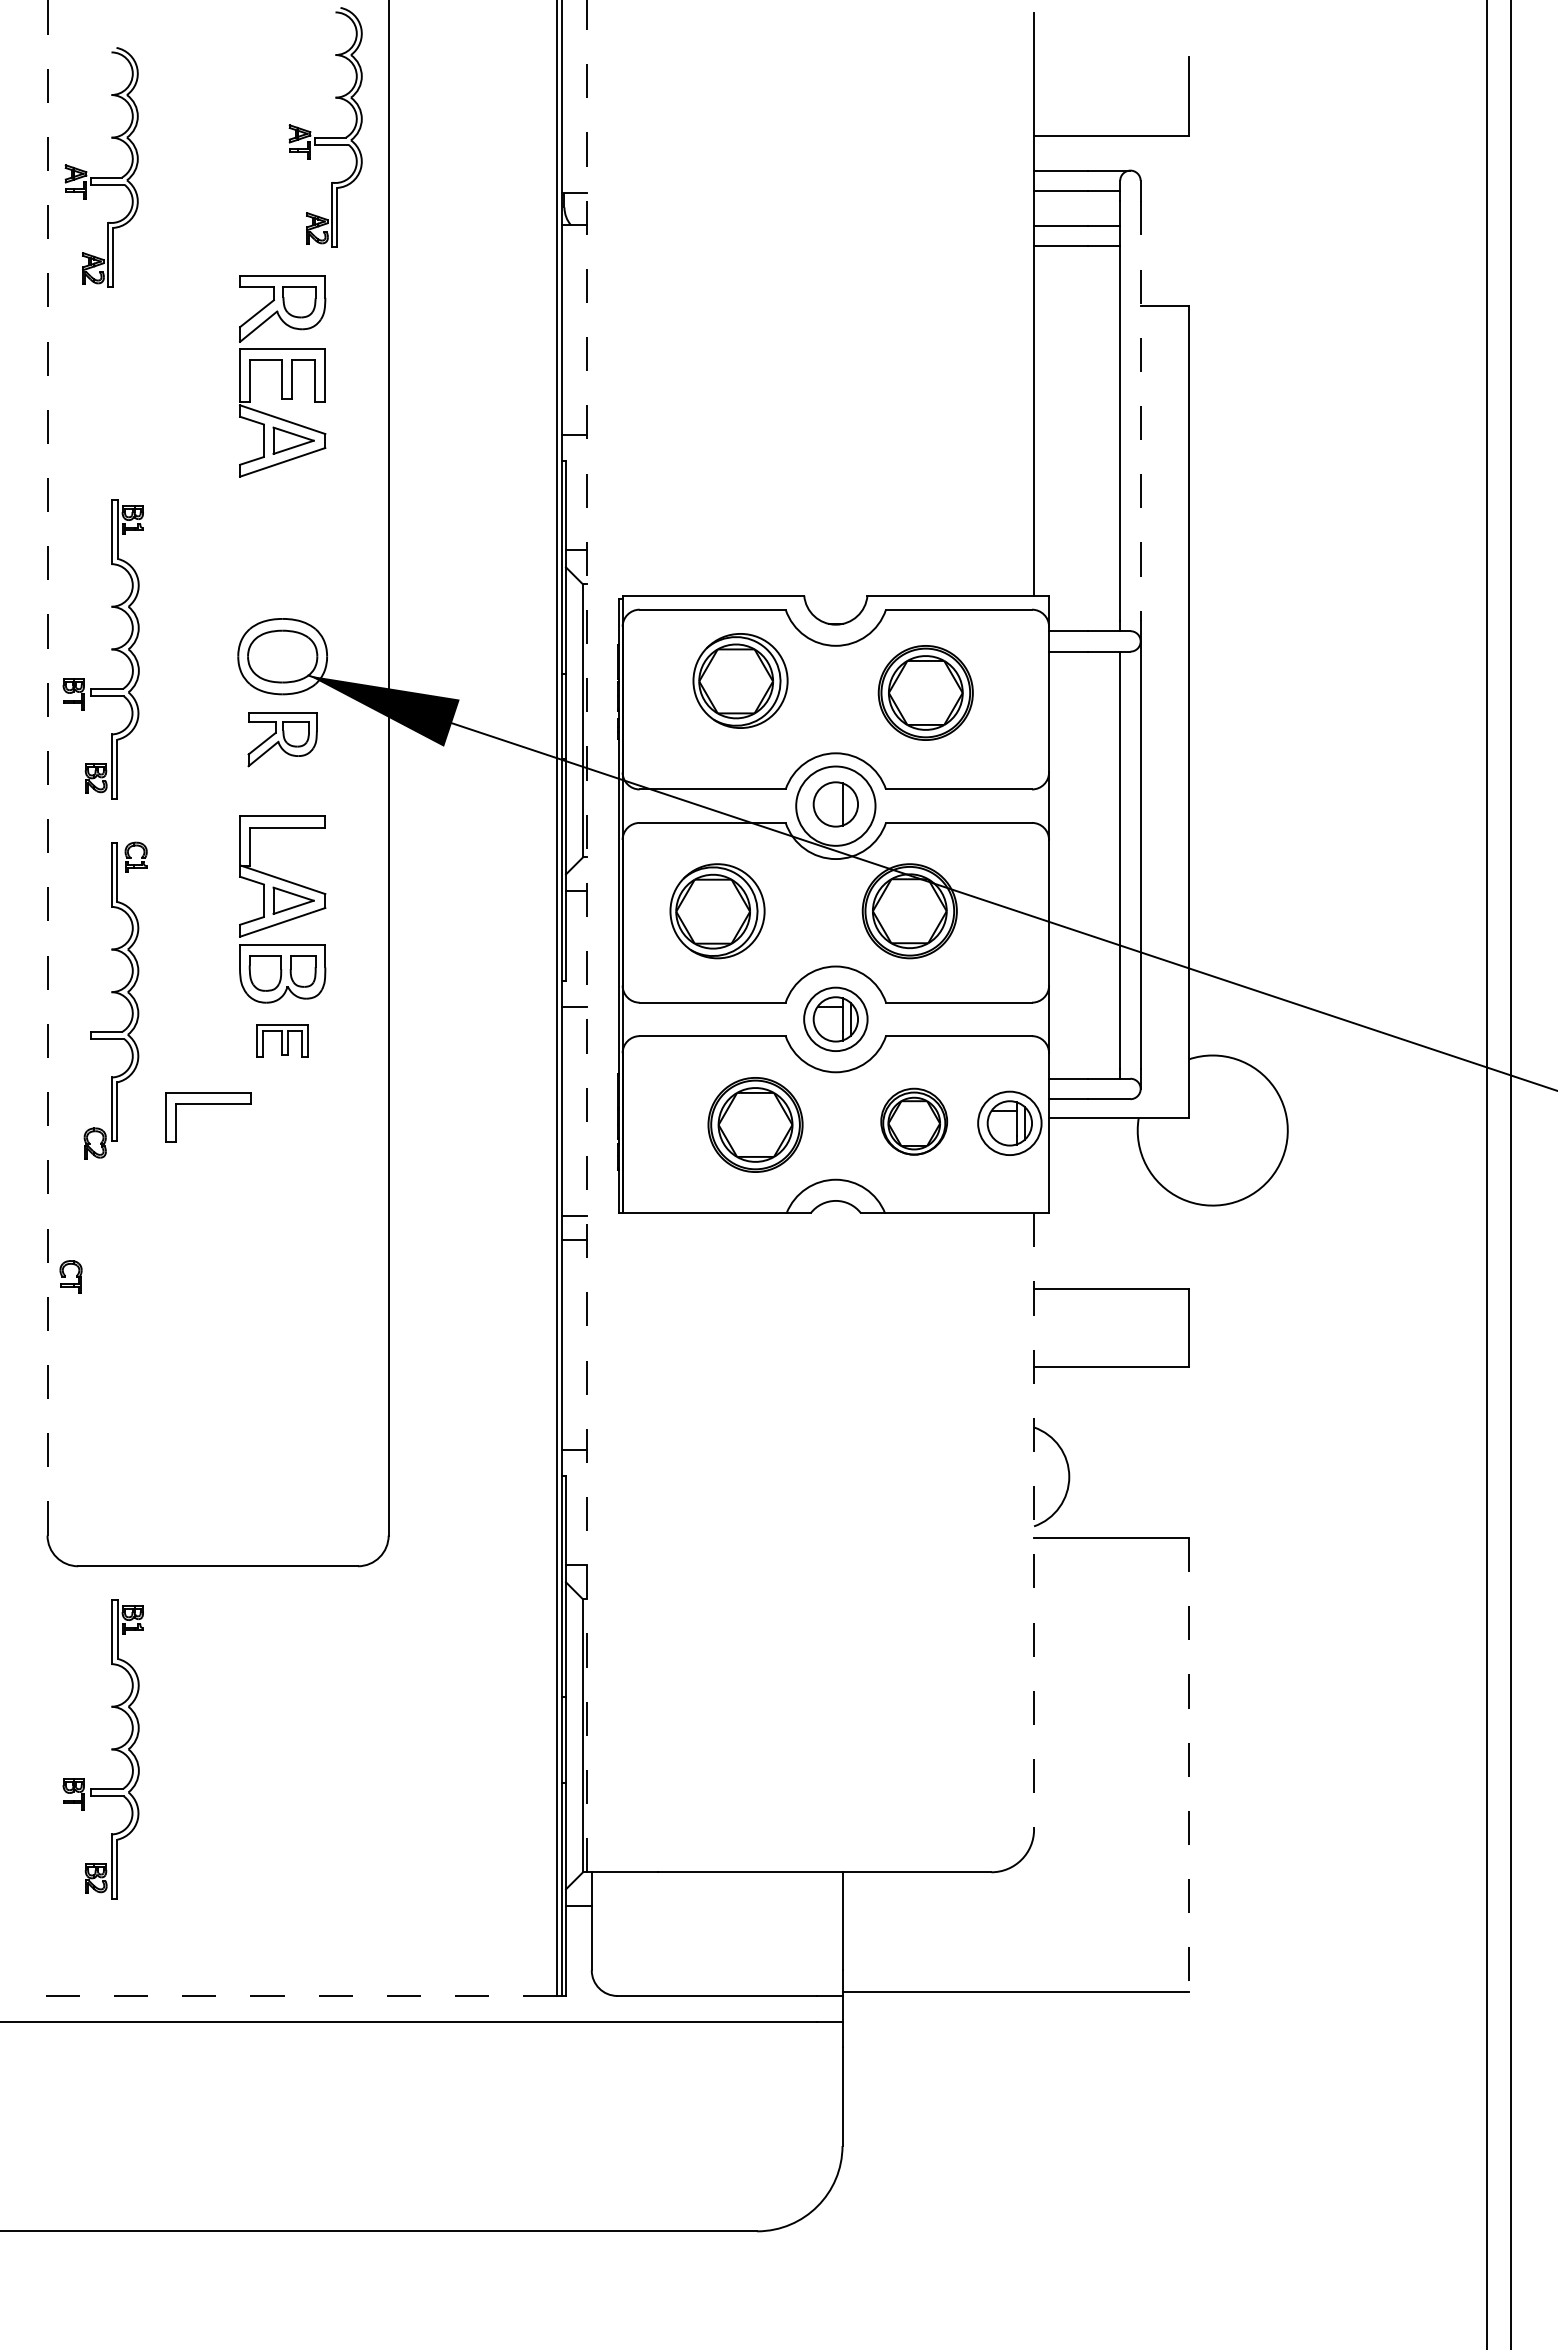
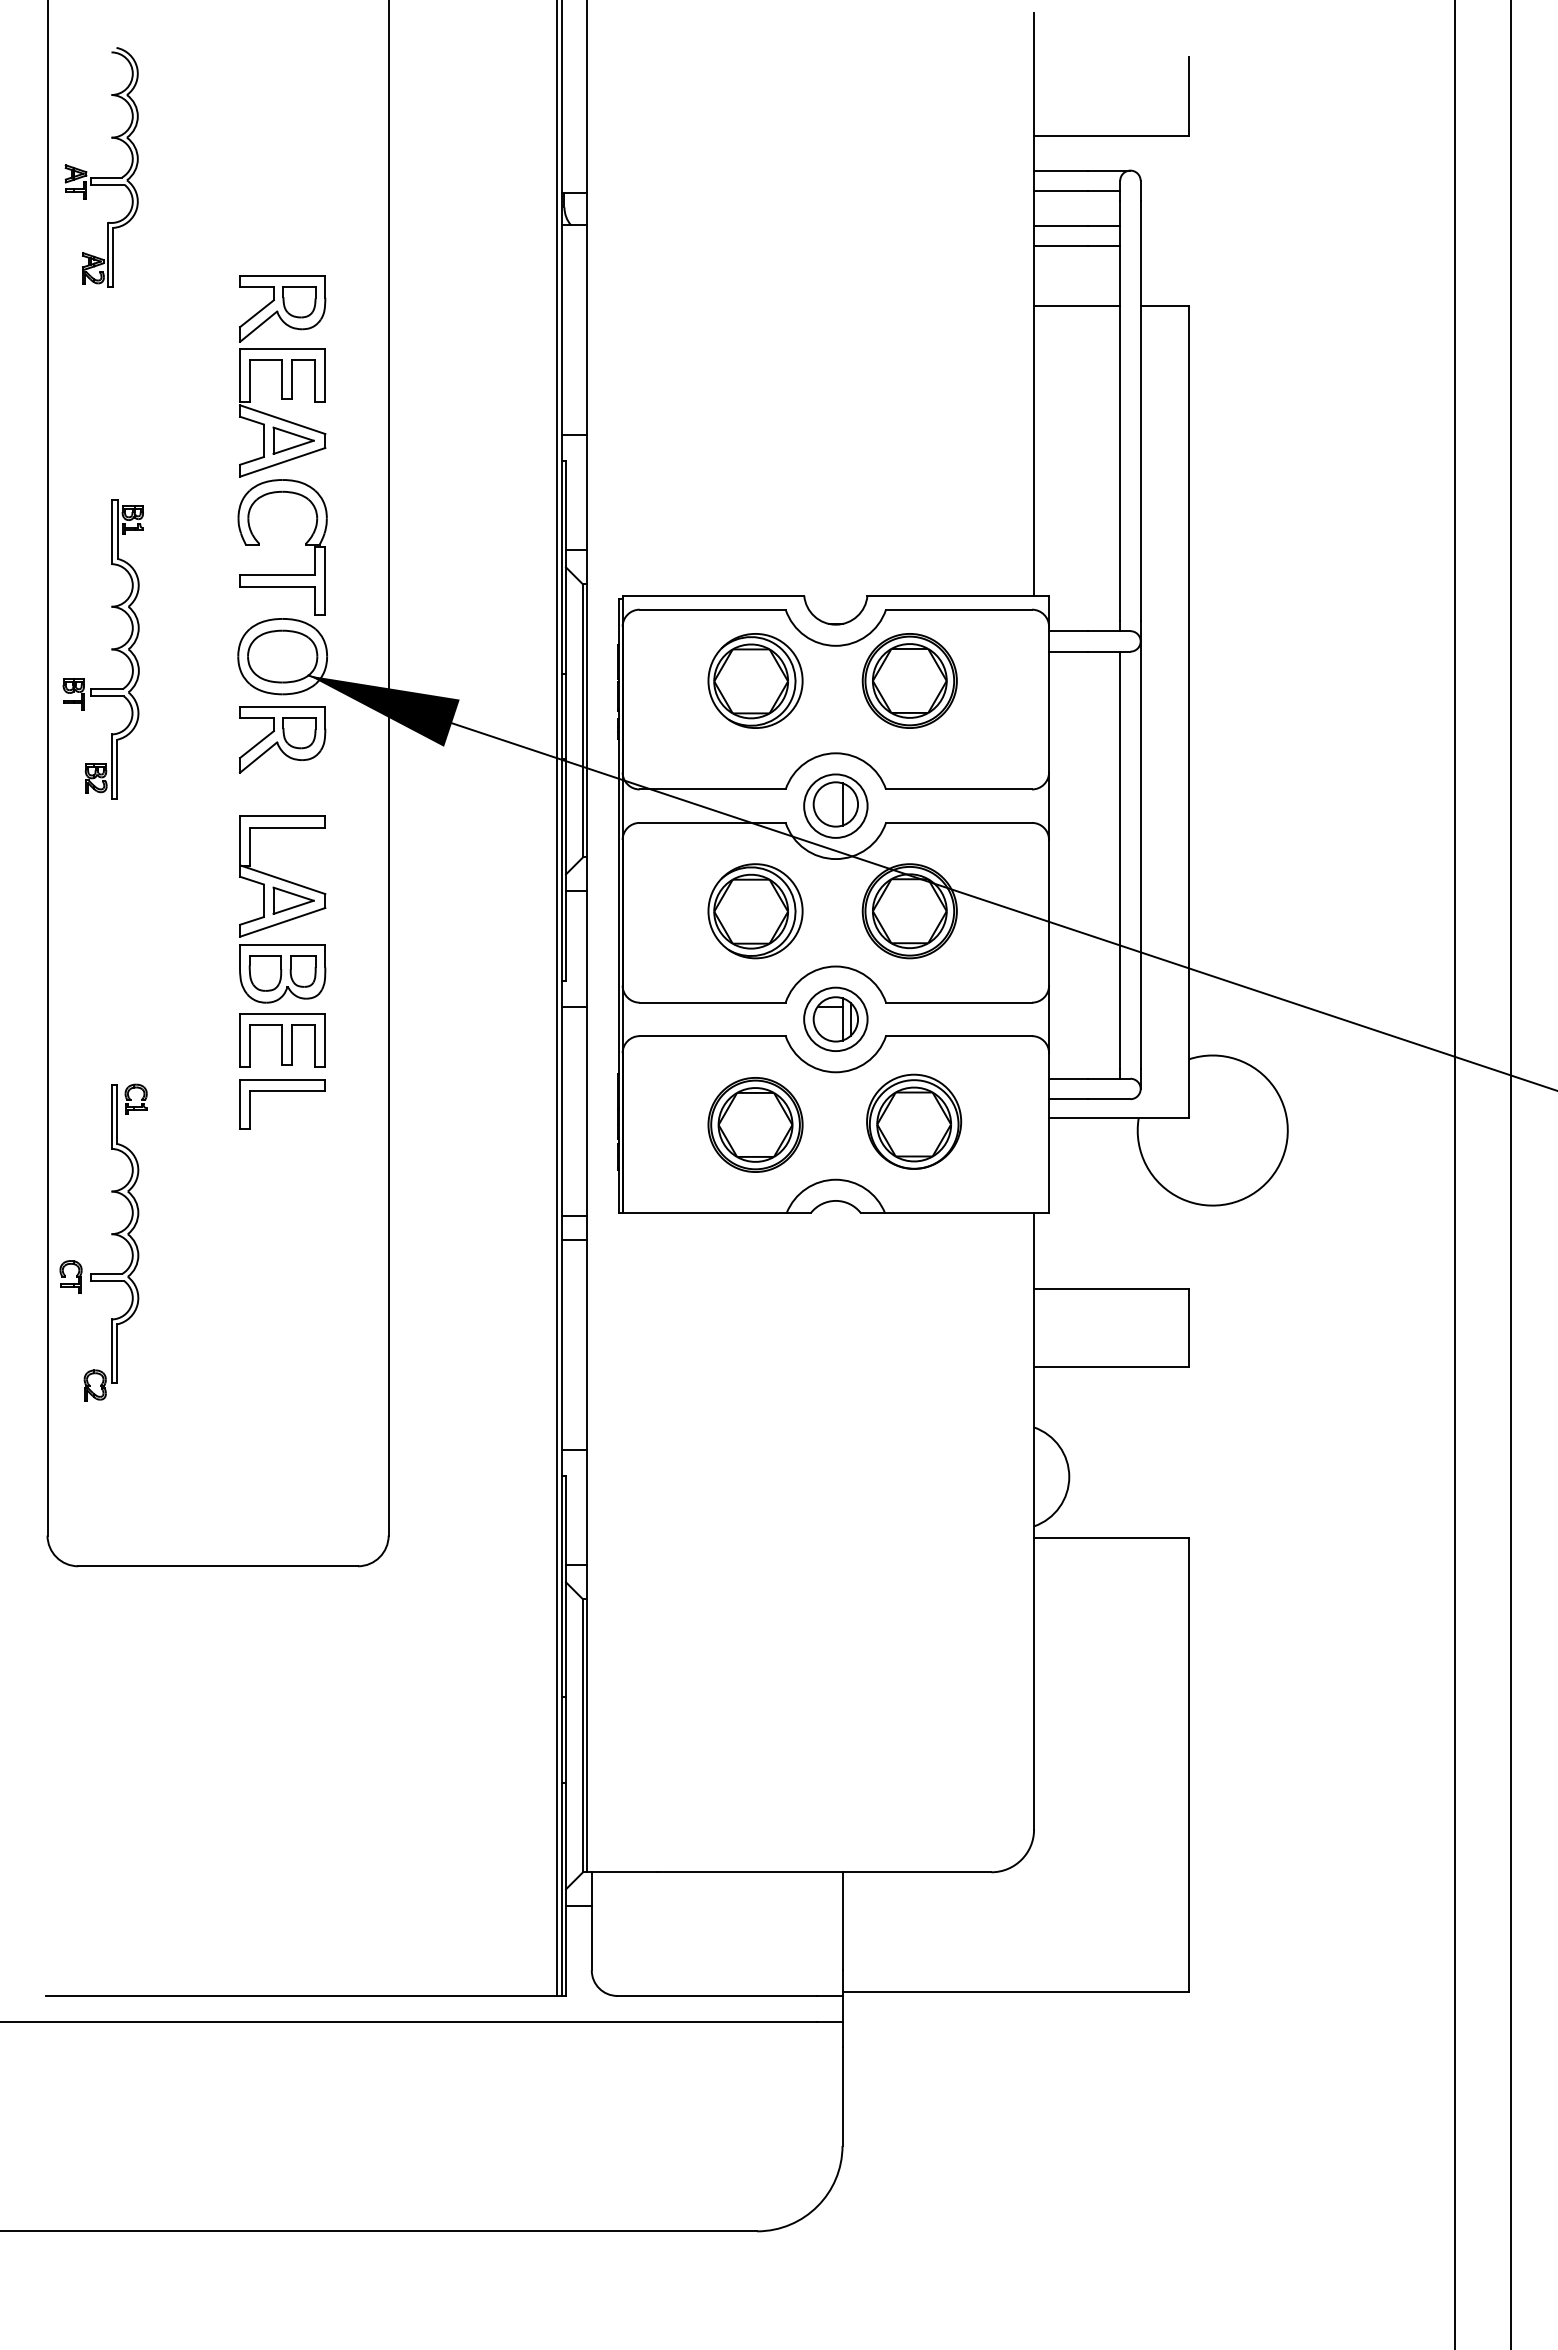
part at (325, 137): present -> none
line at (1077, 306): none -> present
line at (1140, 411): dashed -> solid
part at (259, 545): none -> present
part at (740, 680) position: (740, 680) -> (755, 680)
part at (925, 692) position: (925, 692) -> (909, 680)
part at (282, 739) size: 71x56 px -> 88x68 px
line at (47, 767): dashed -> solid
circle at (835, 805) diameter: 79 px -> 63 px
part at (717, 911) position: (717, 911) -> (755, 911)
line at (587, 935): dashed -> solid
part at (118, 994) position: (118, 994) -> (118, 1236)
part at (282, 1040) size: 53x34 px -> 87x55 px
part at (208, 1104) position: (208, 1104) -> (282, 1091)
part at (914, 1121) size: 69x69 px -> 97x97 px
part at (1009, 1122): present -> none
line at (1487, 1174) position: (1487, 1174) -> (1455, 1174)
line at (1034, 1521): dashed -> solid
part at (111, 1749): present -> none
line at (1188, 1764): dashed -> solid
line at (301, 1995): dashed -> solid
